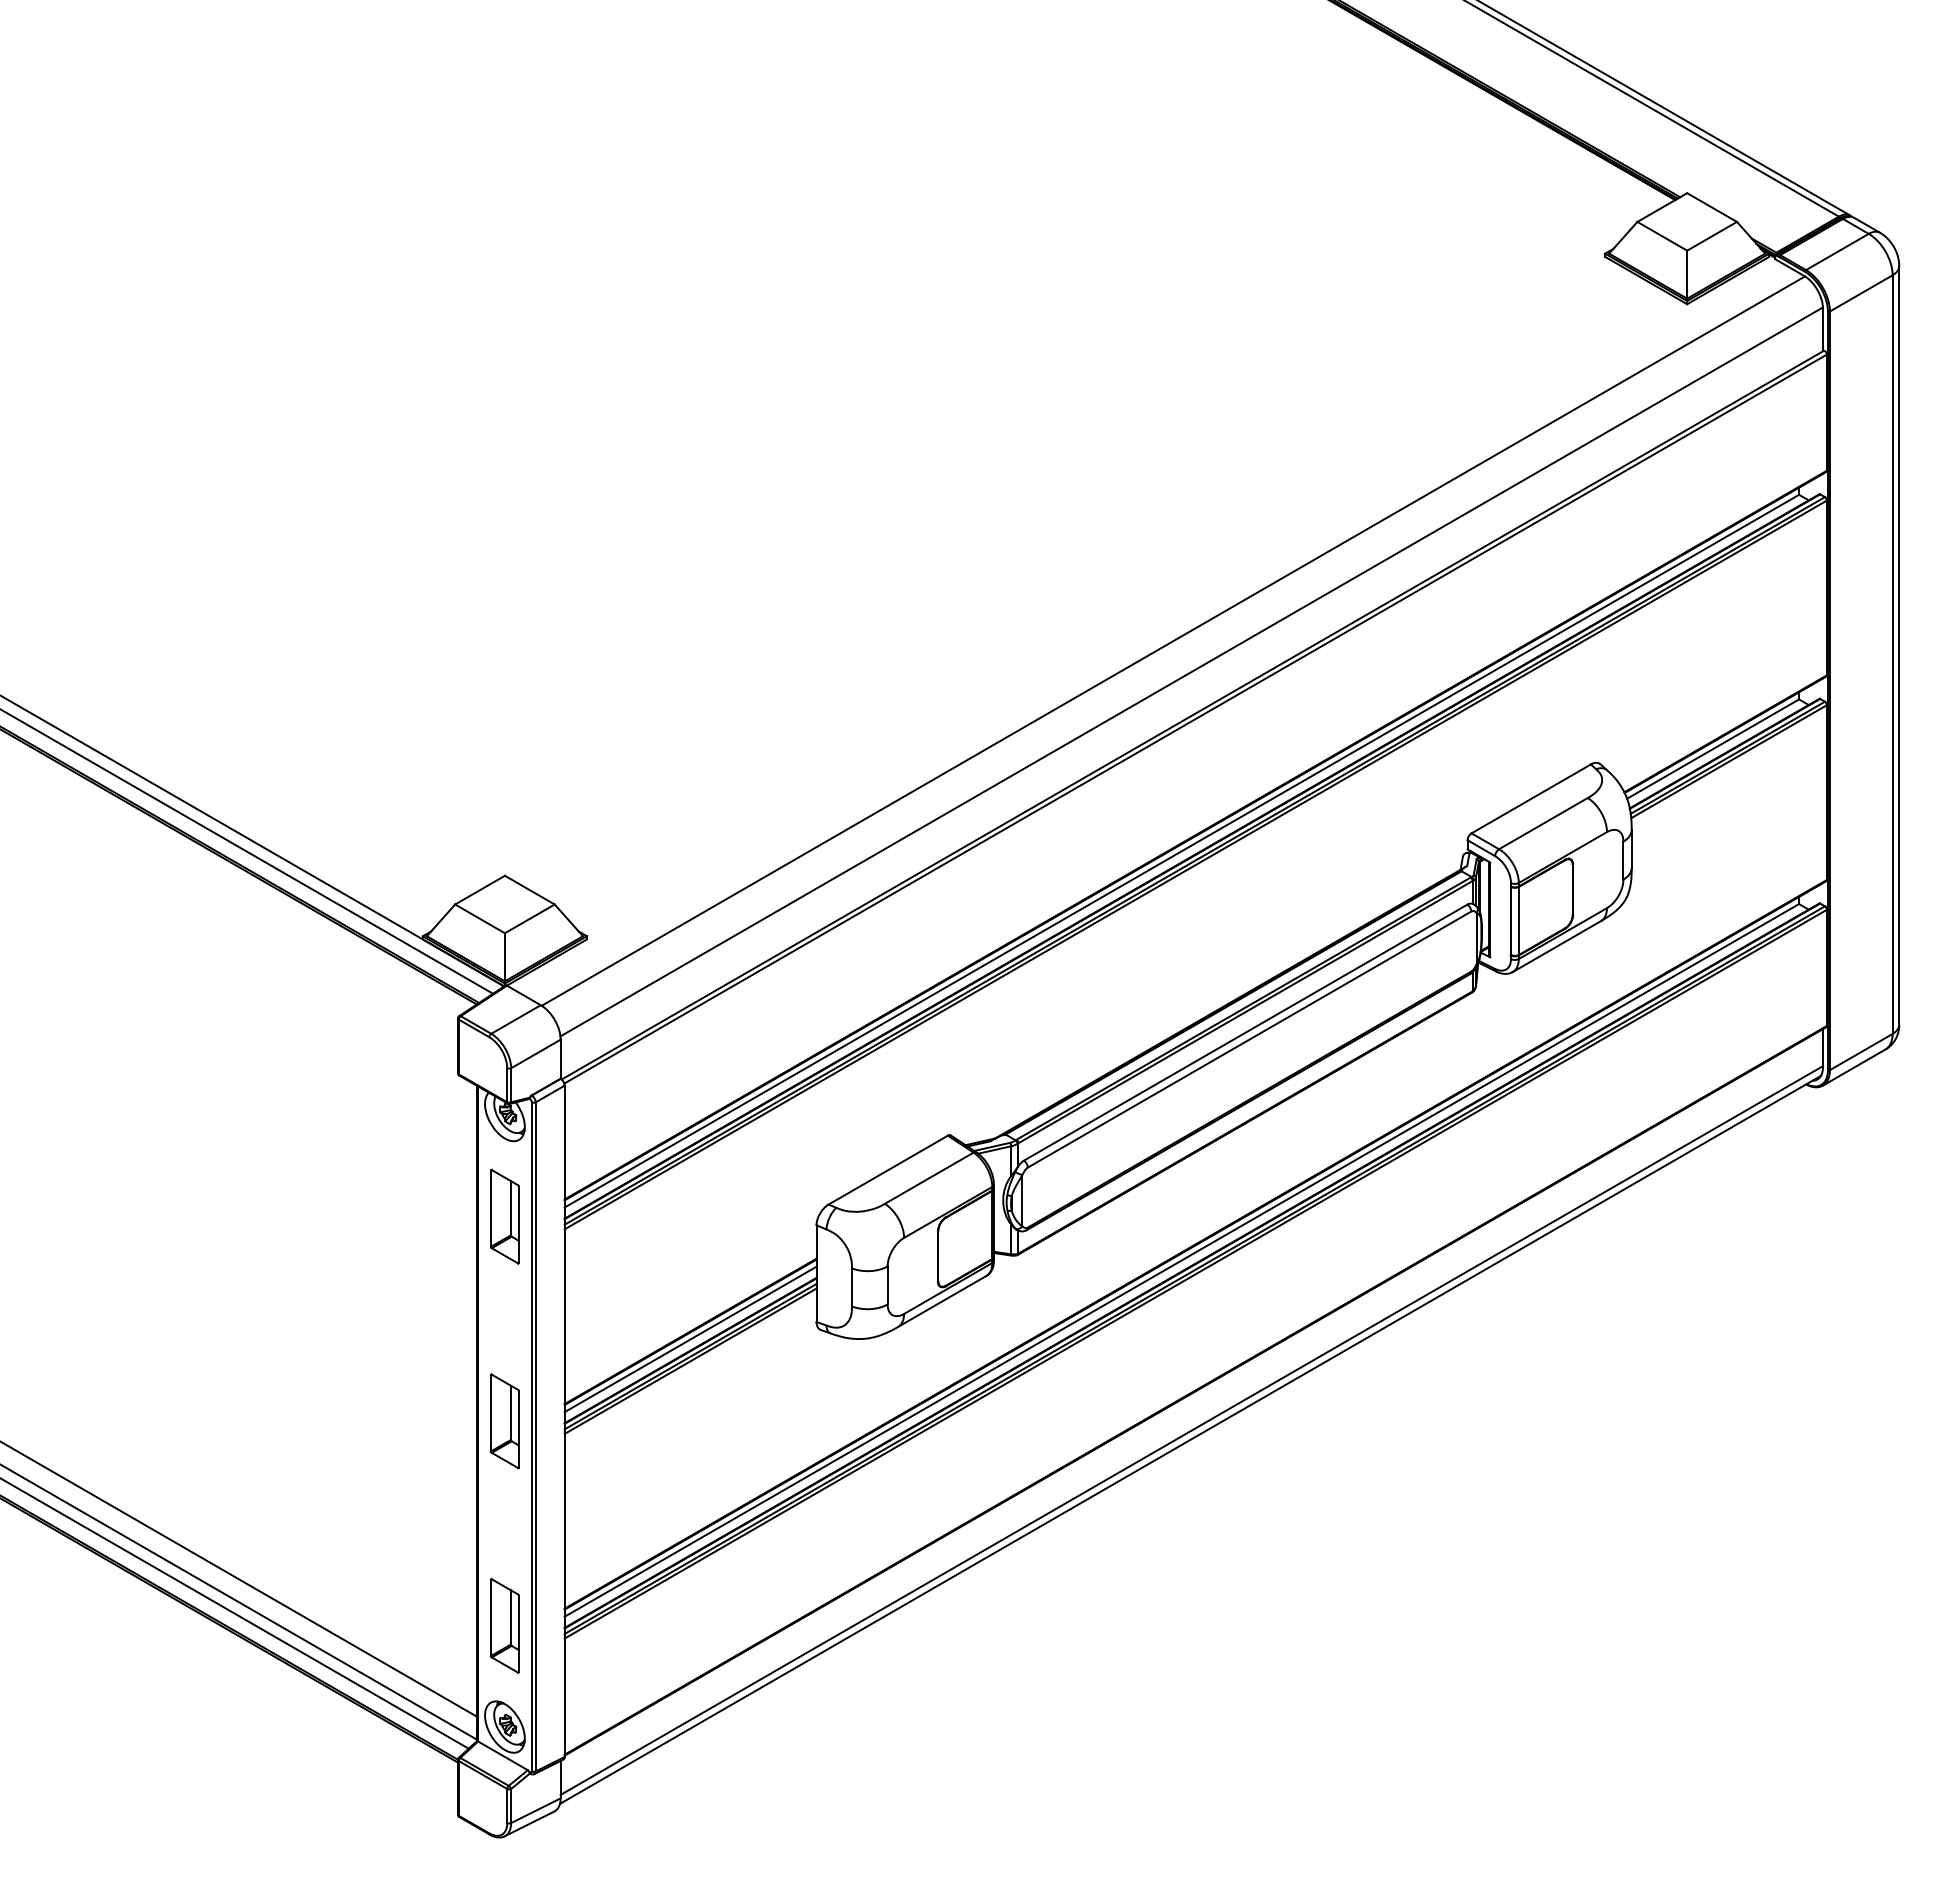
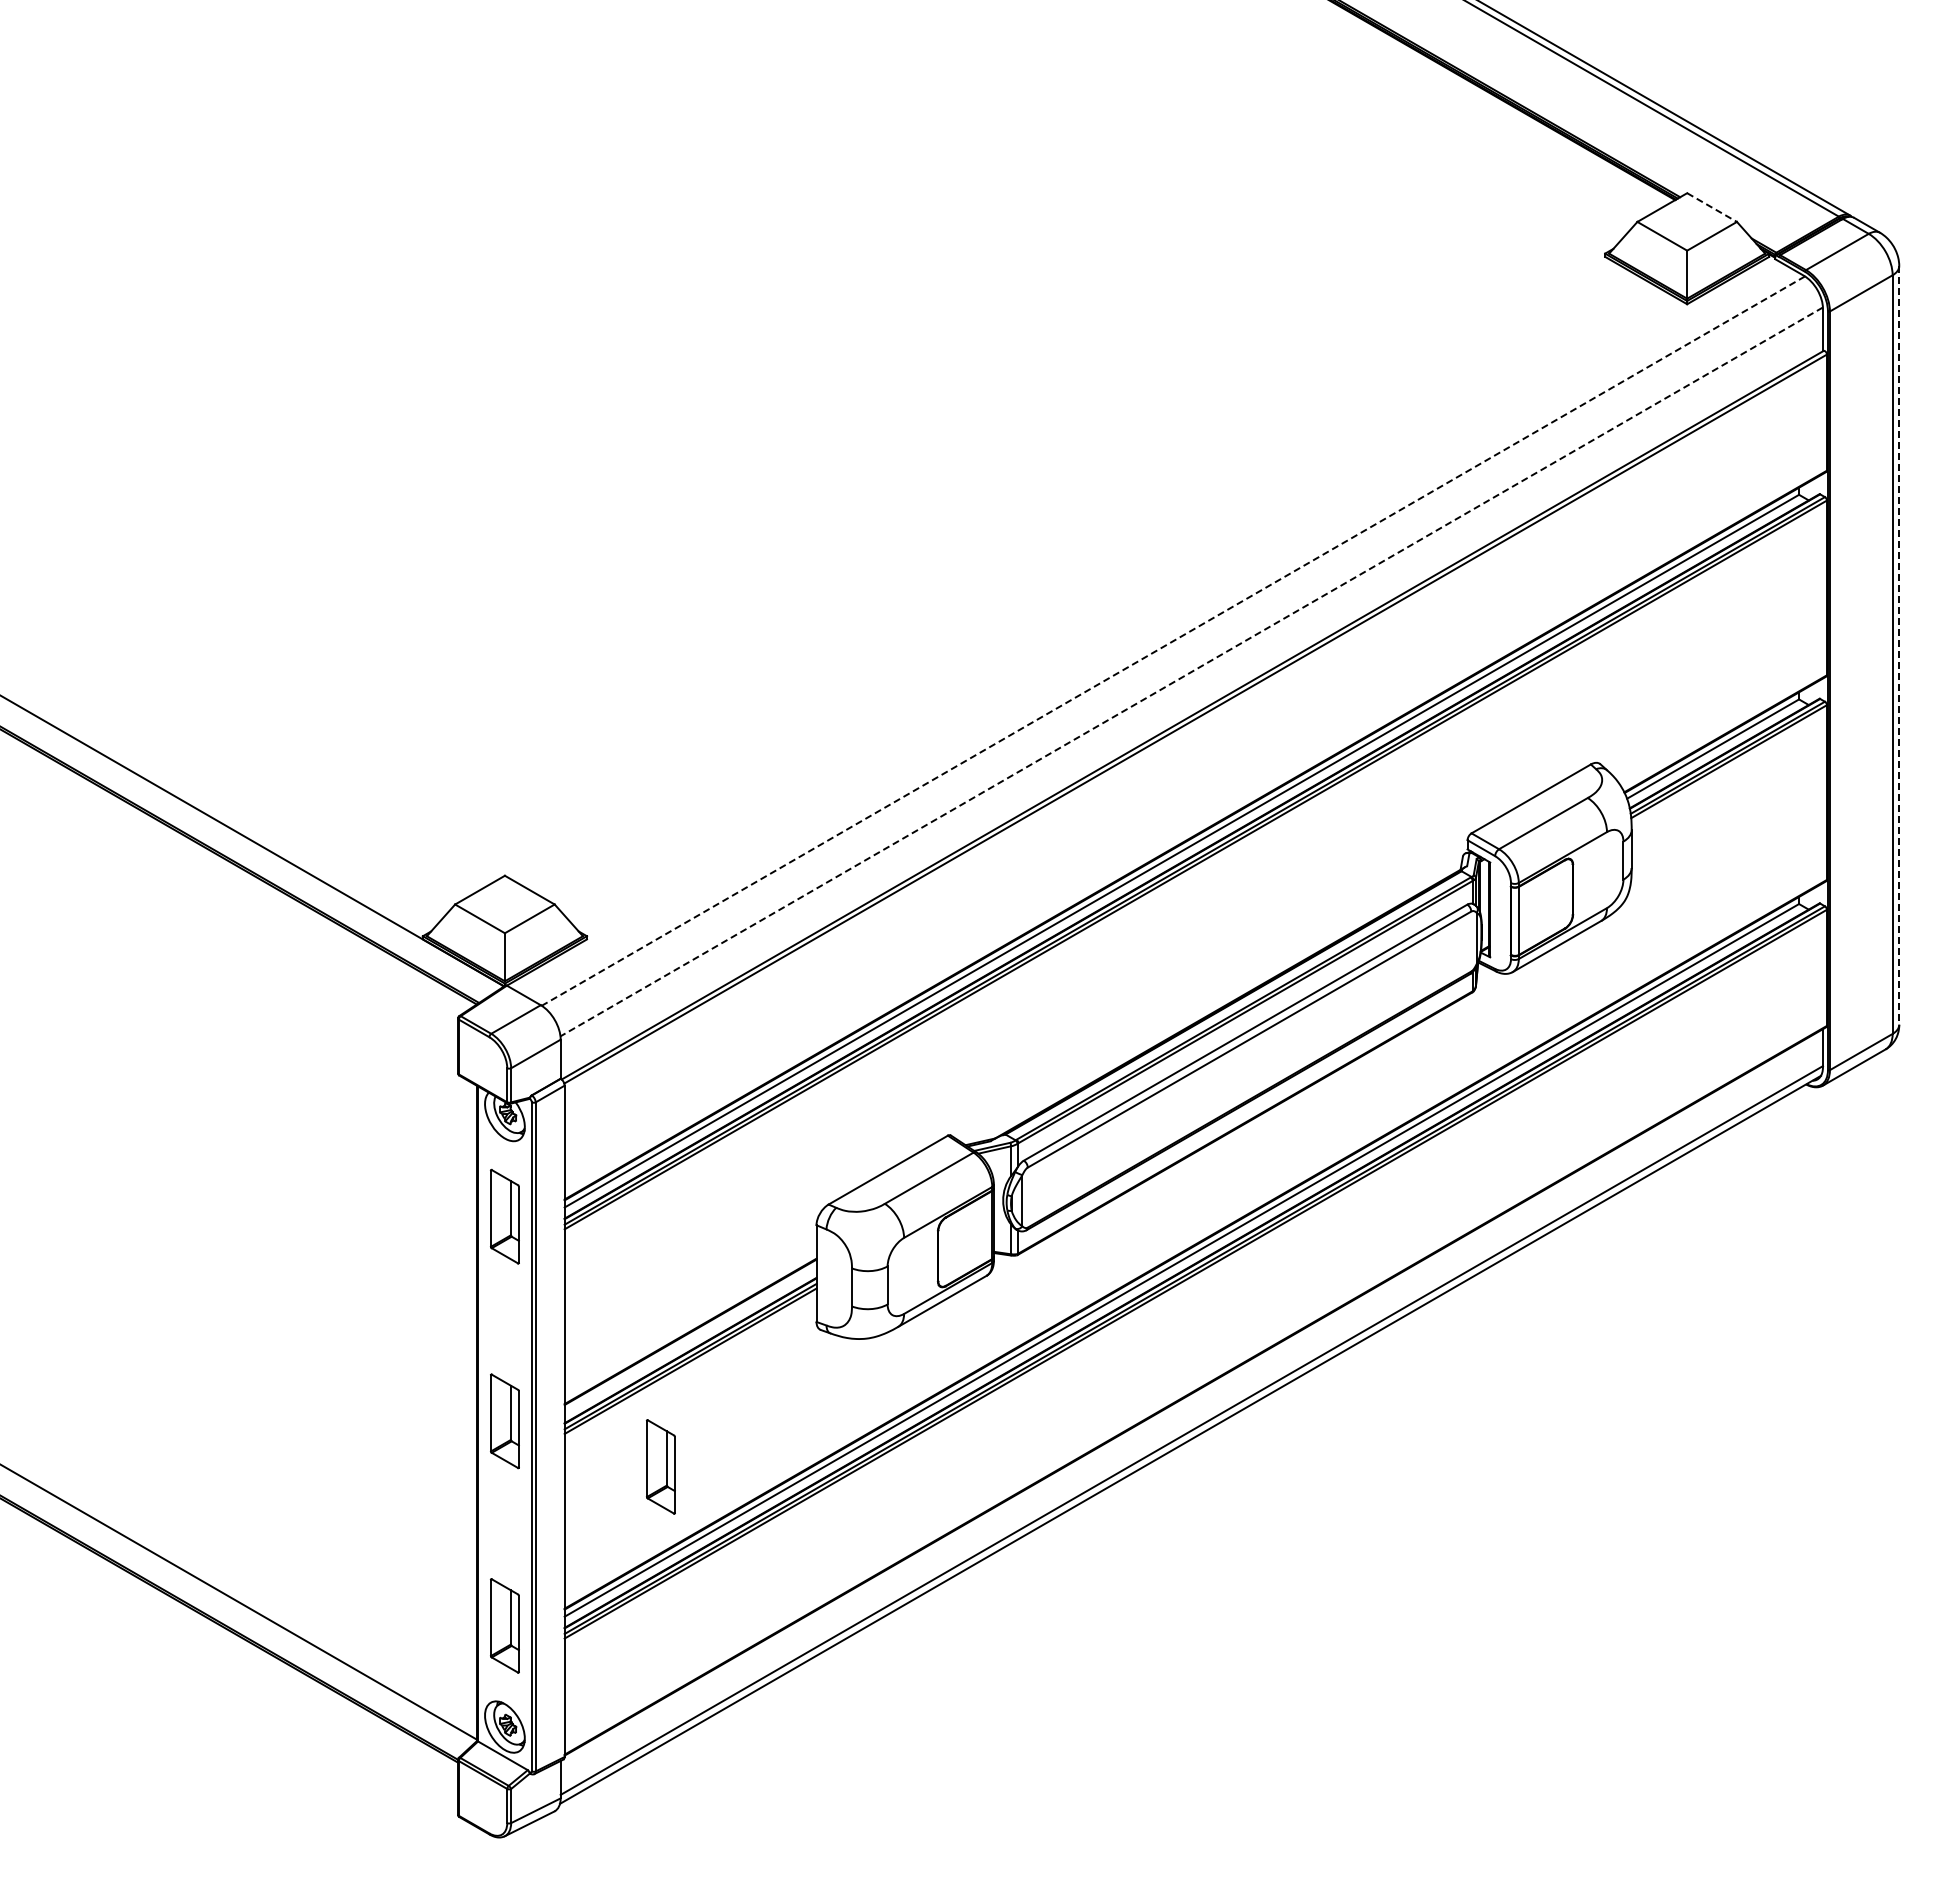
line at (1712, 207): solid -> dashed
line at (1172, 641): solid -> dashed
line at (1899, 645): solid -> dashed
line at (1191, 671): solid -> dashed
line at (247, 851): present -> none
line at (690, 1339): present -> none
part at (660, 1466): none -> present
line at (239, 1579): present -> none
line at (235, 1613): present -> none
